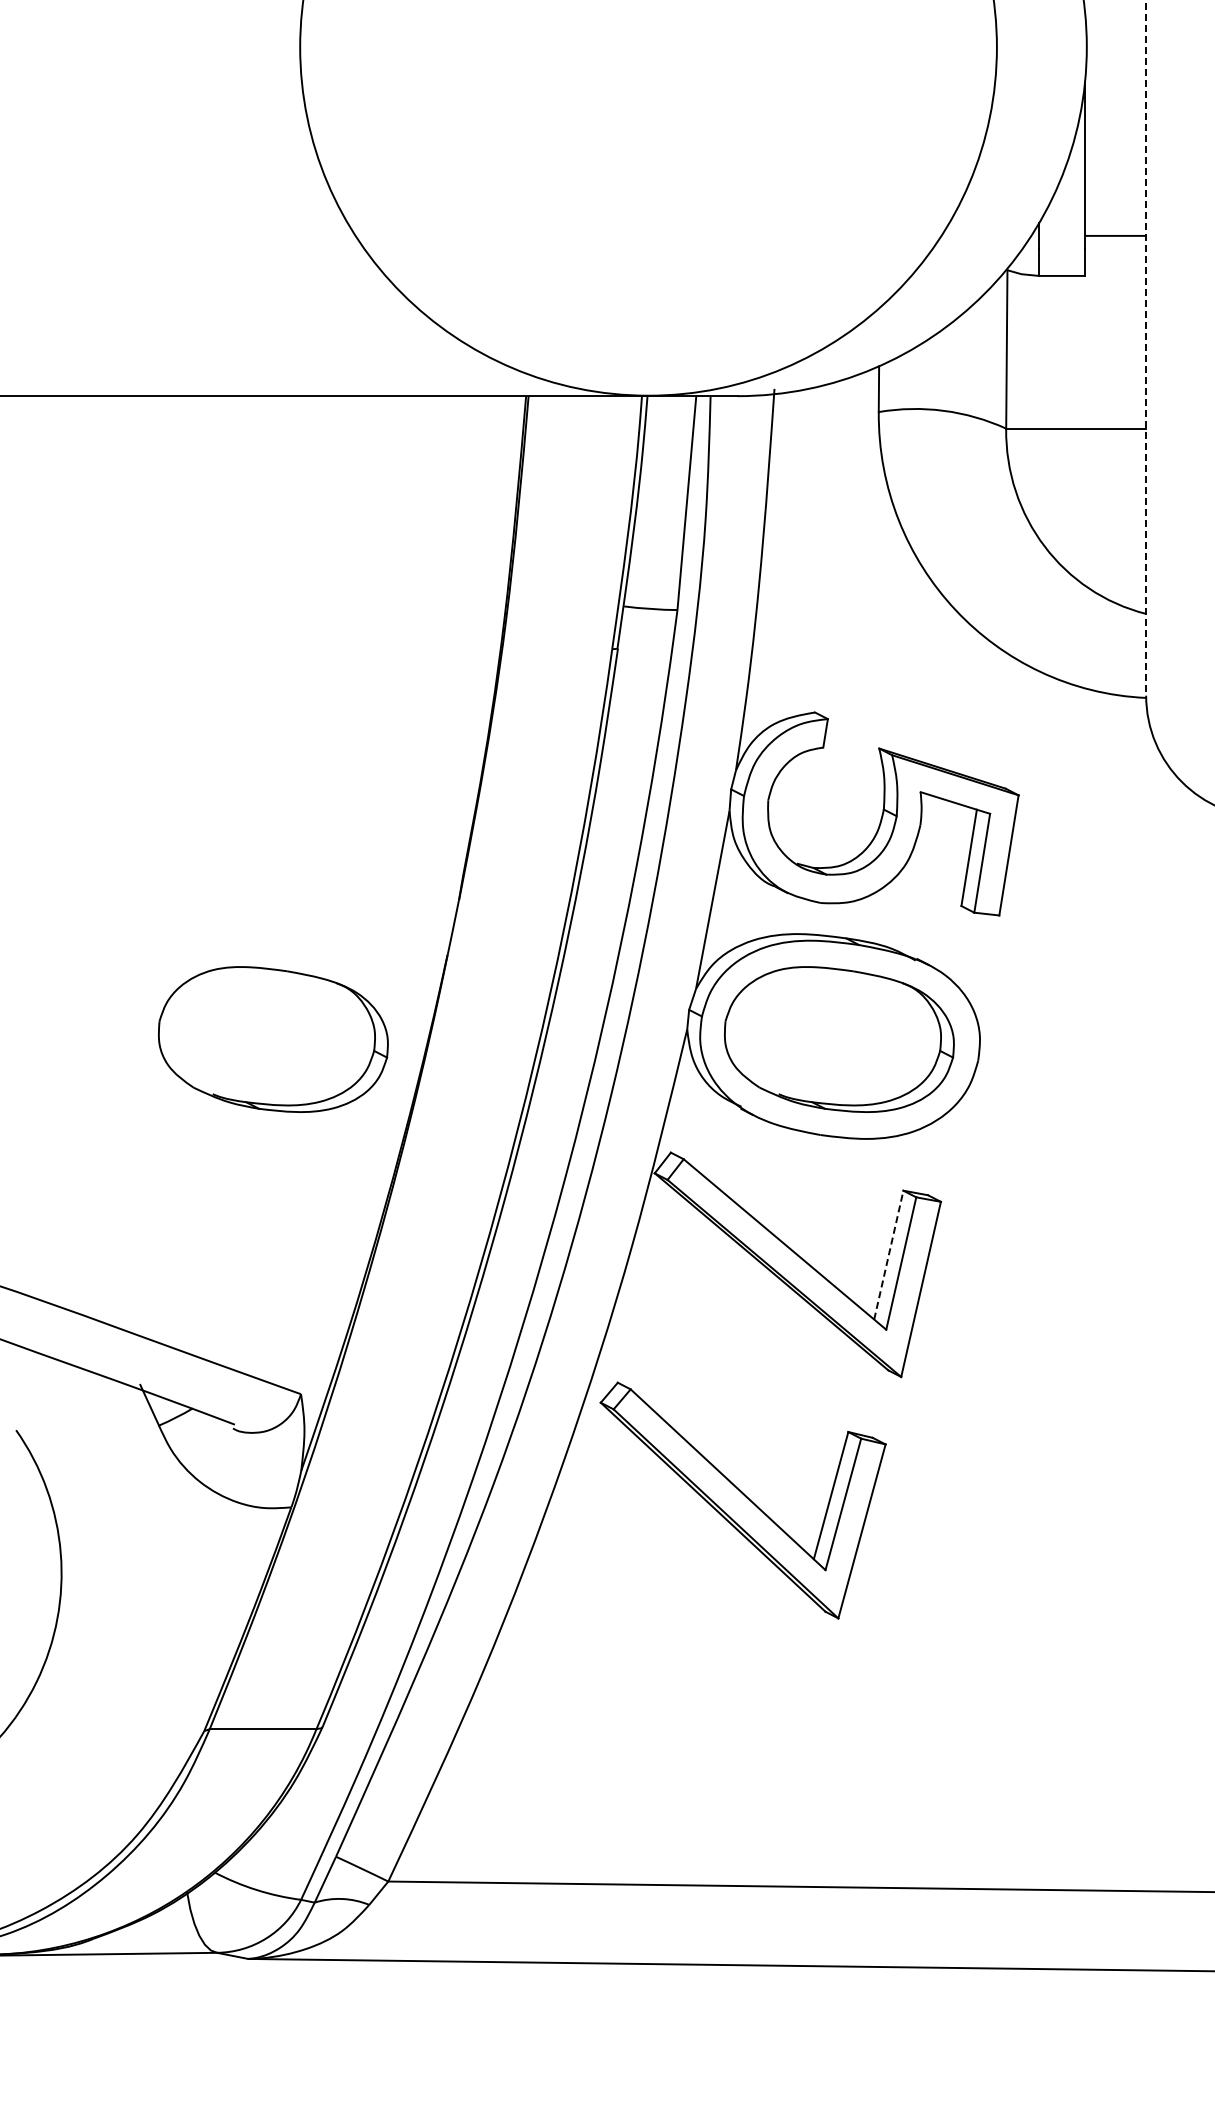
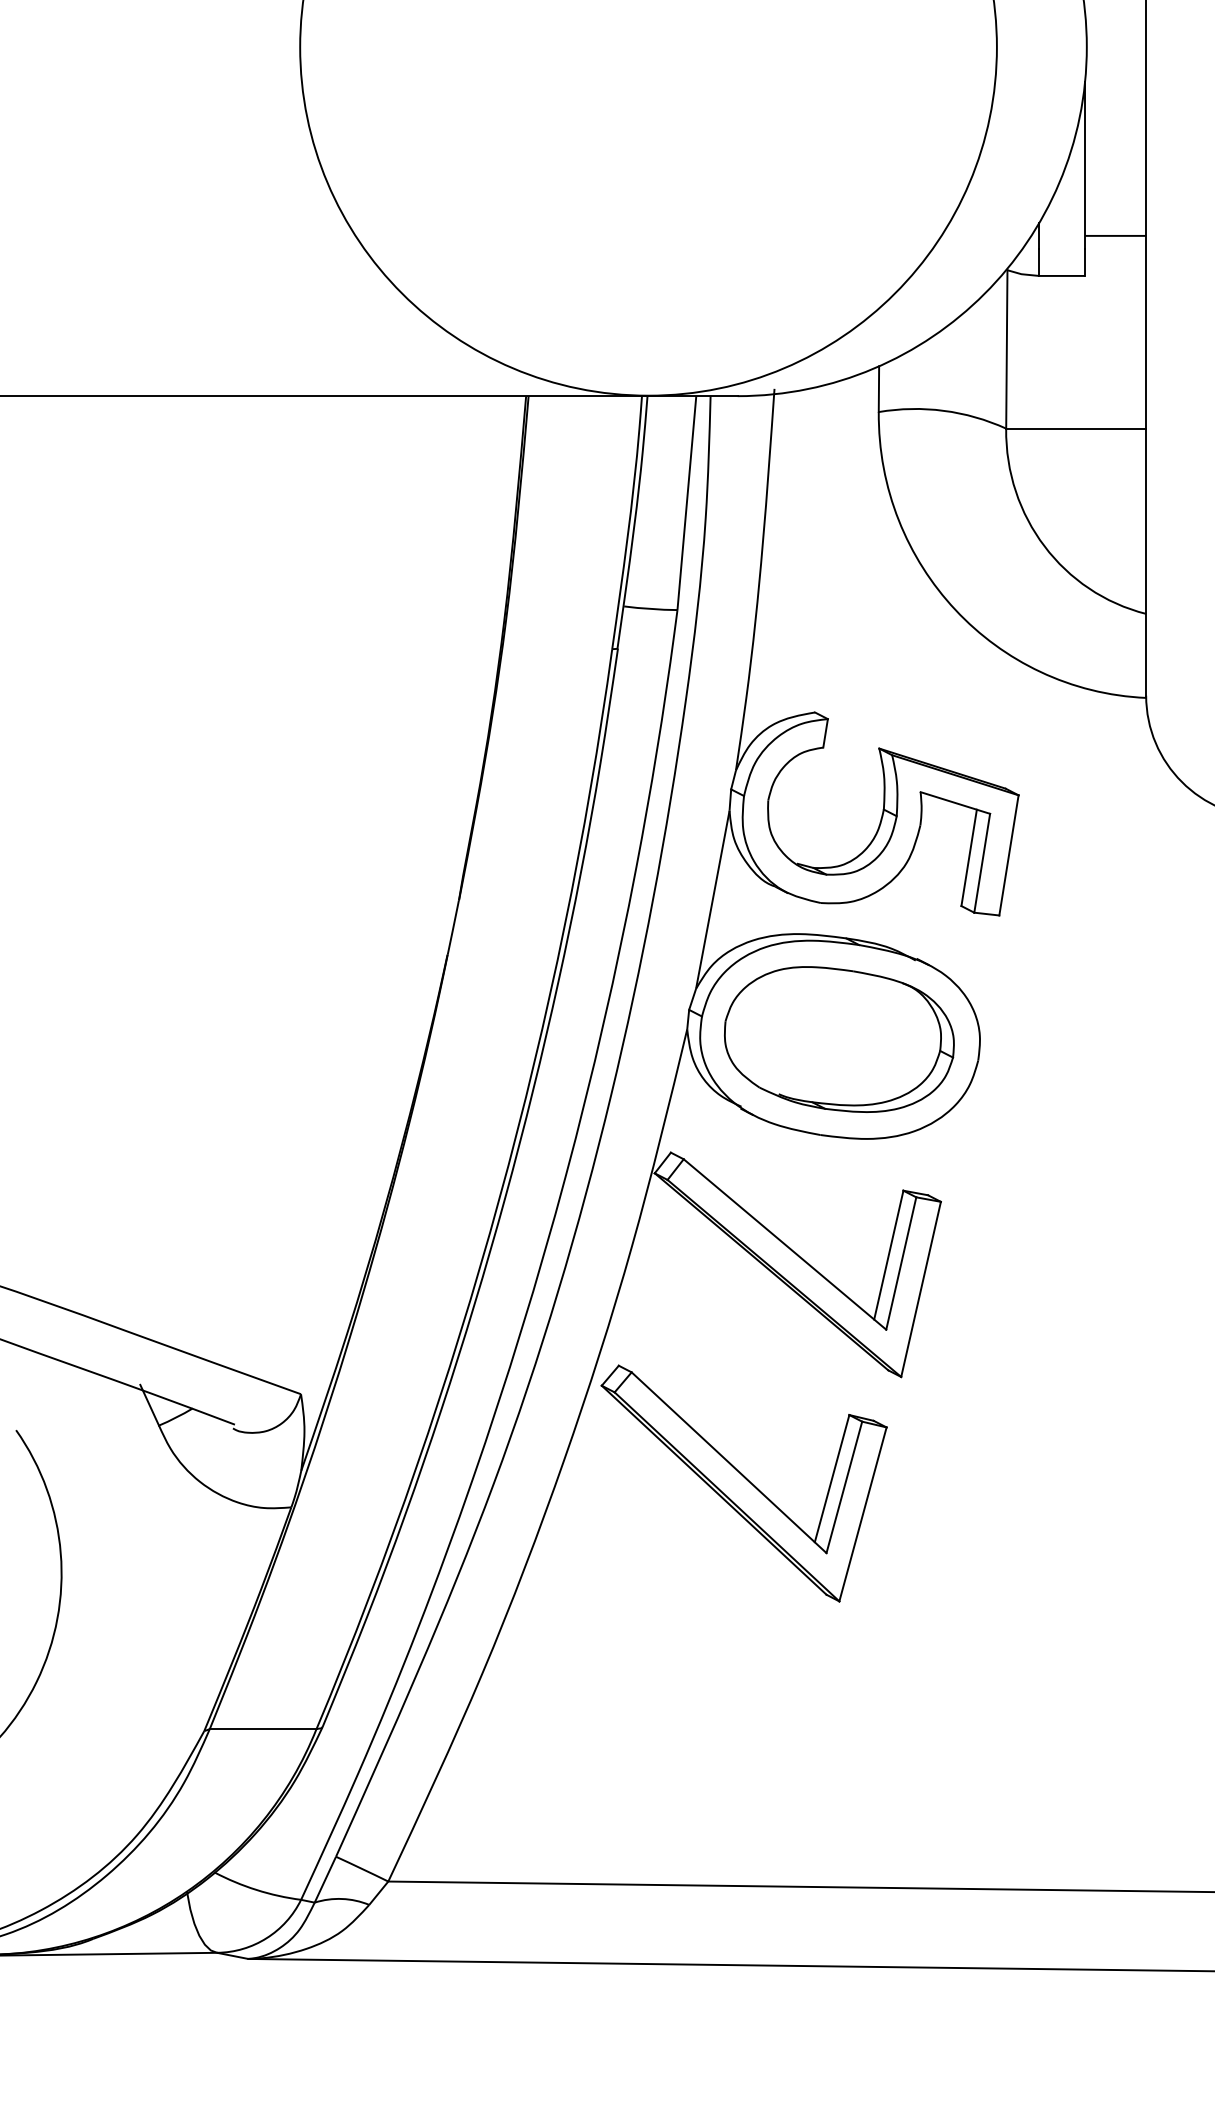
line at (1146, 347): dashed -> solid
part at (273, 1039): present -> none
line at (888, 1254): dashed -> solid
part at (742, 1500) position: (742, 1500) -> (743, 1483)
